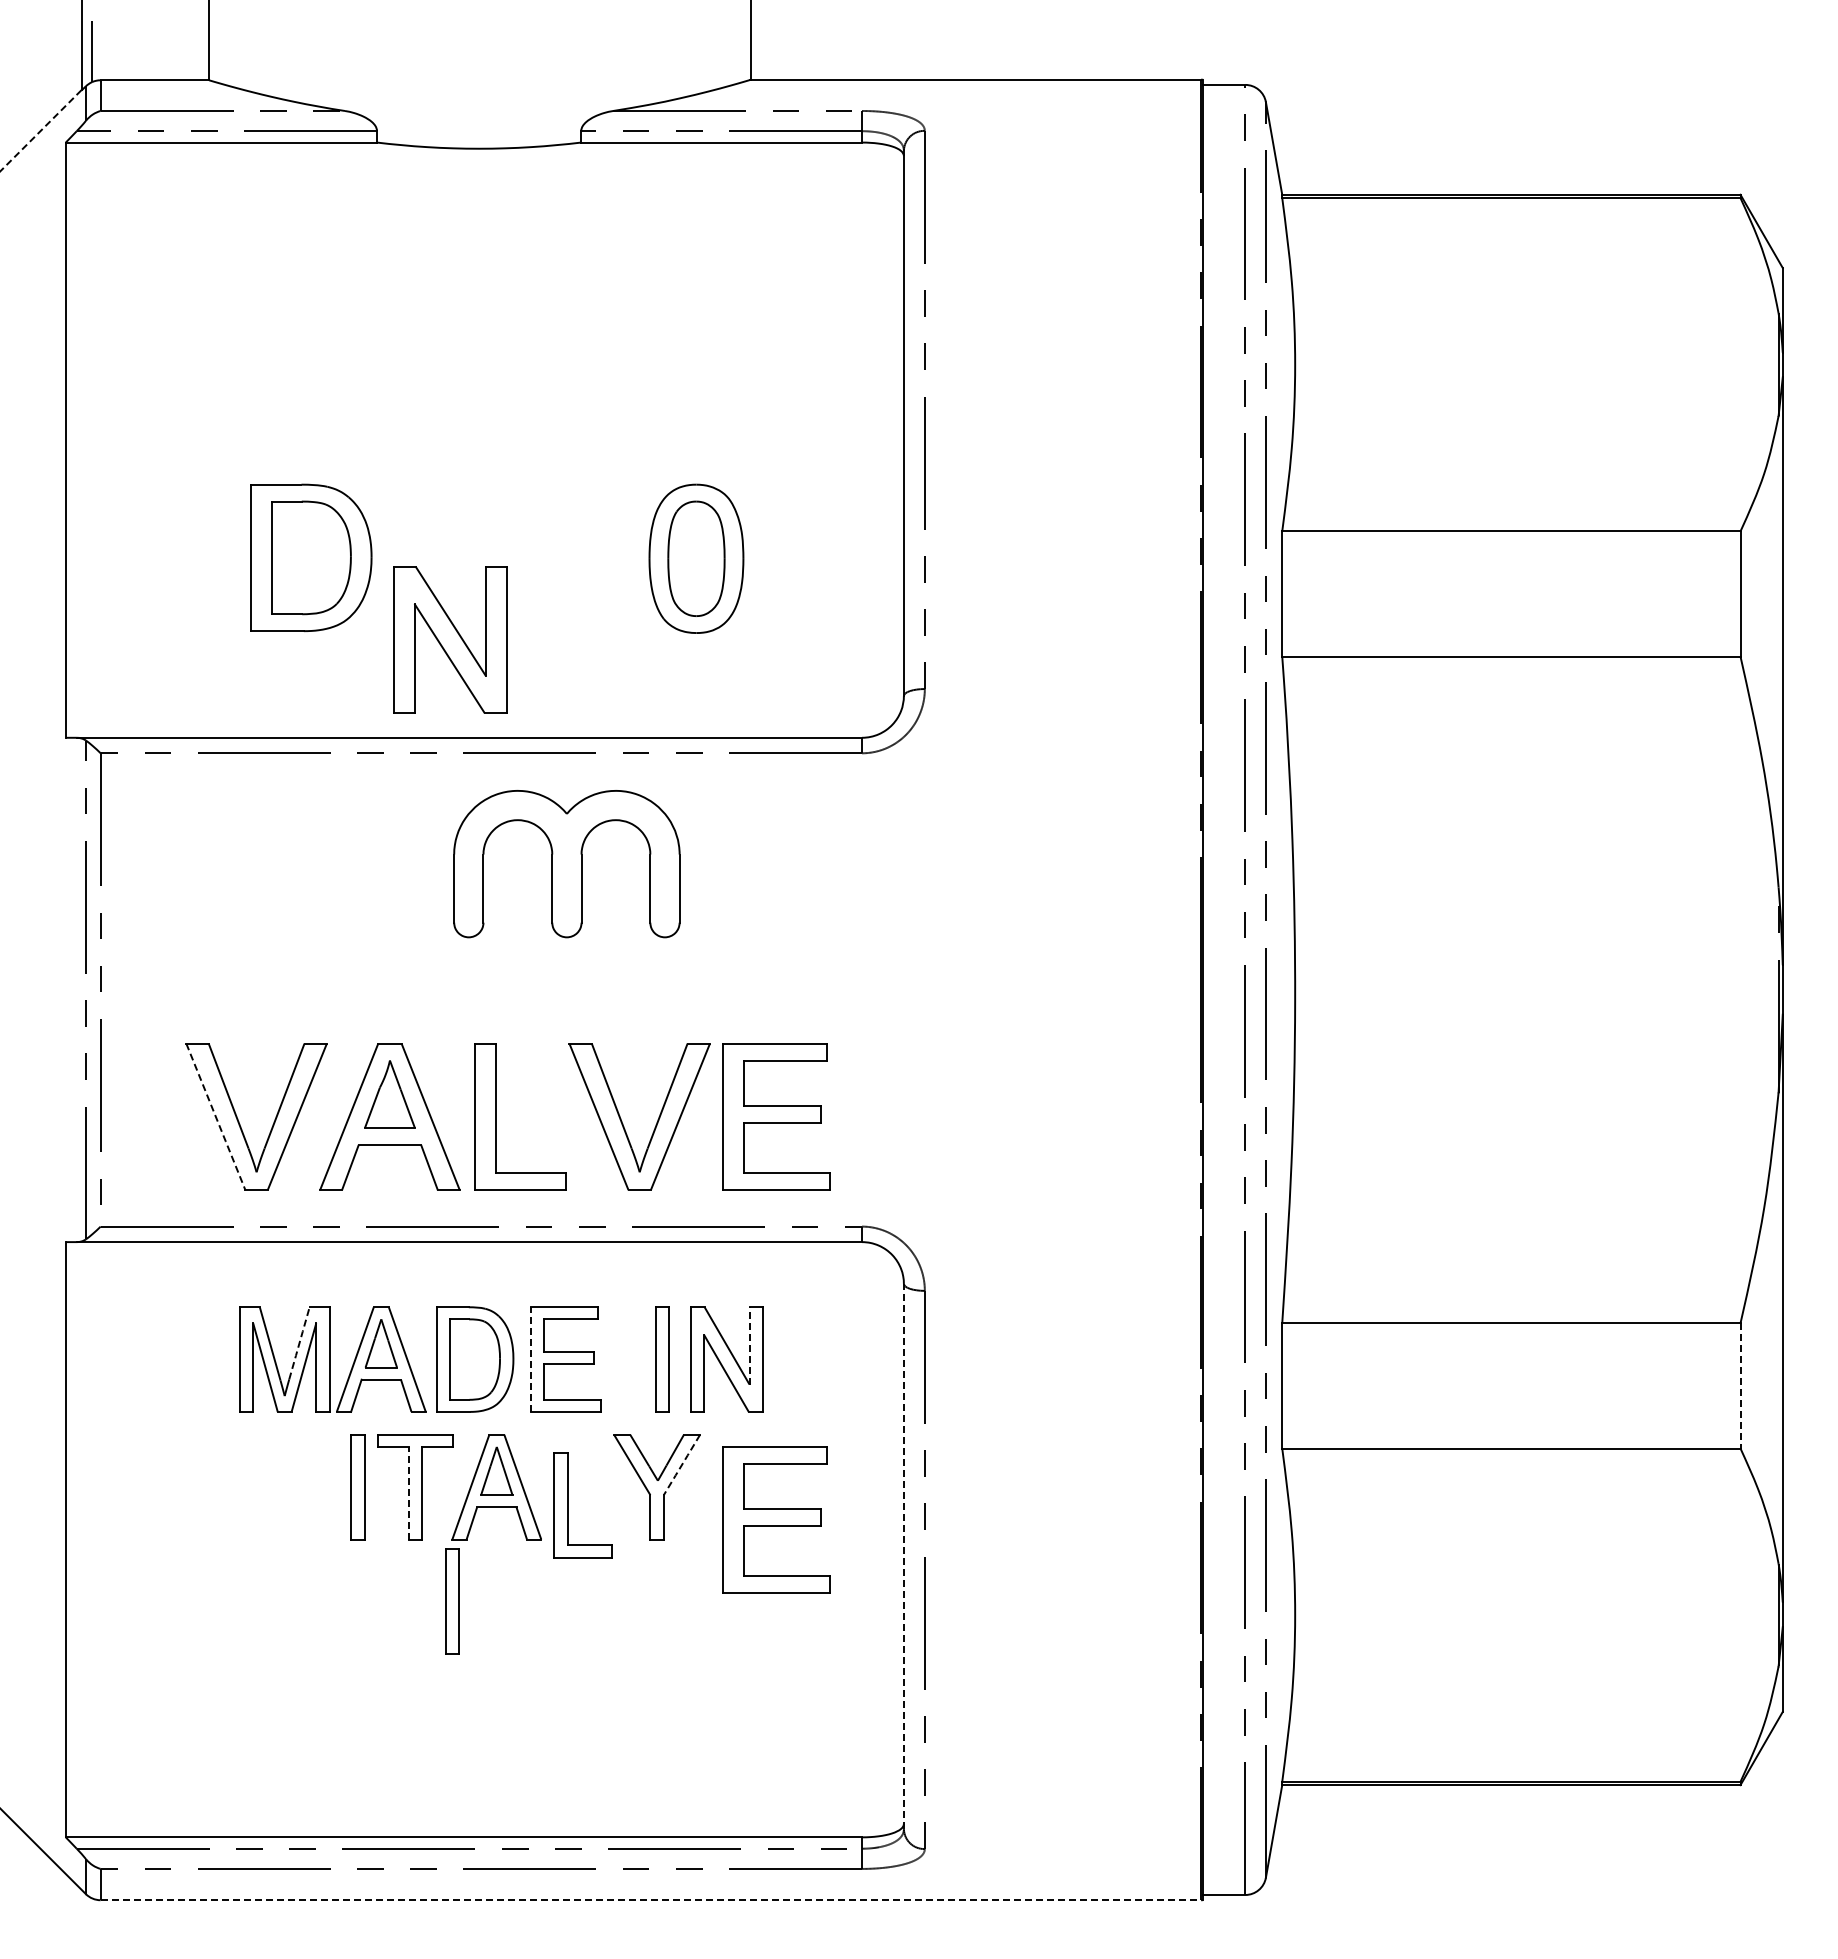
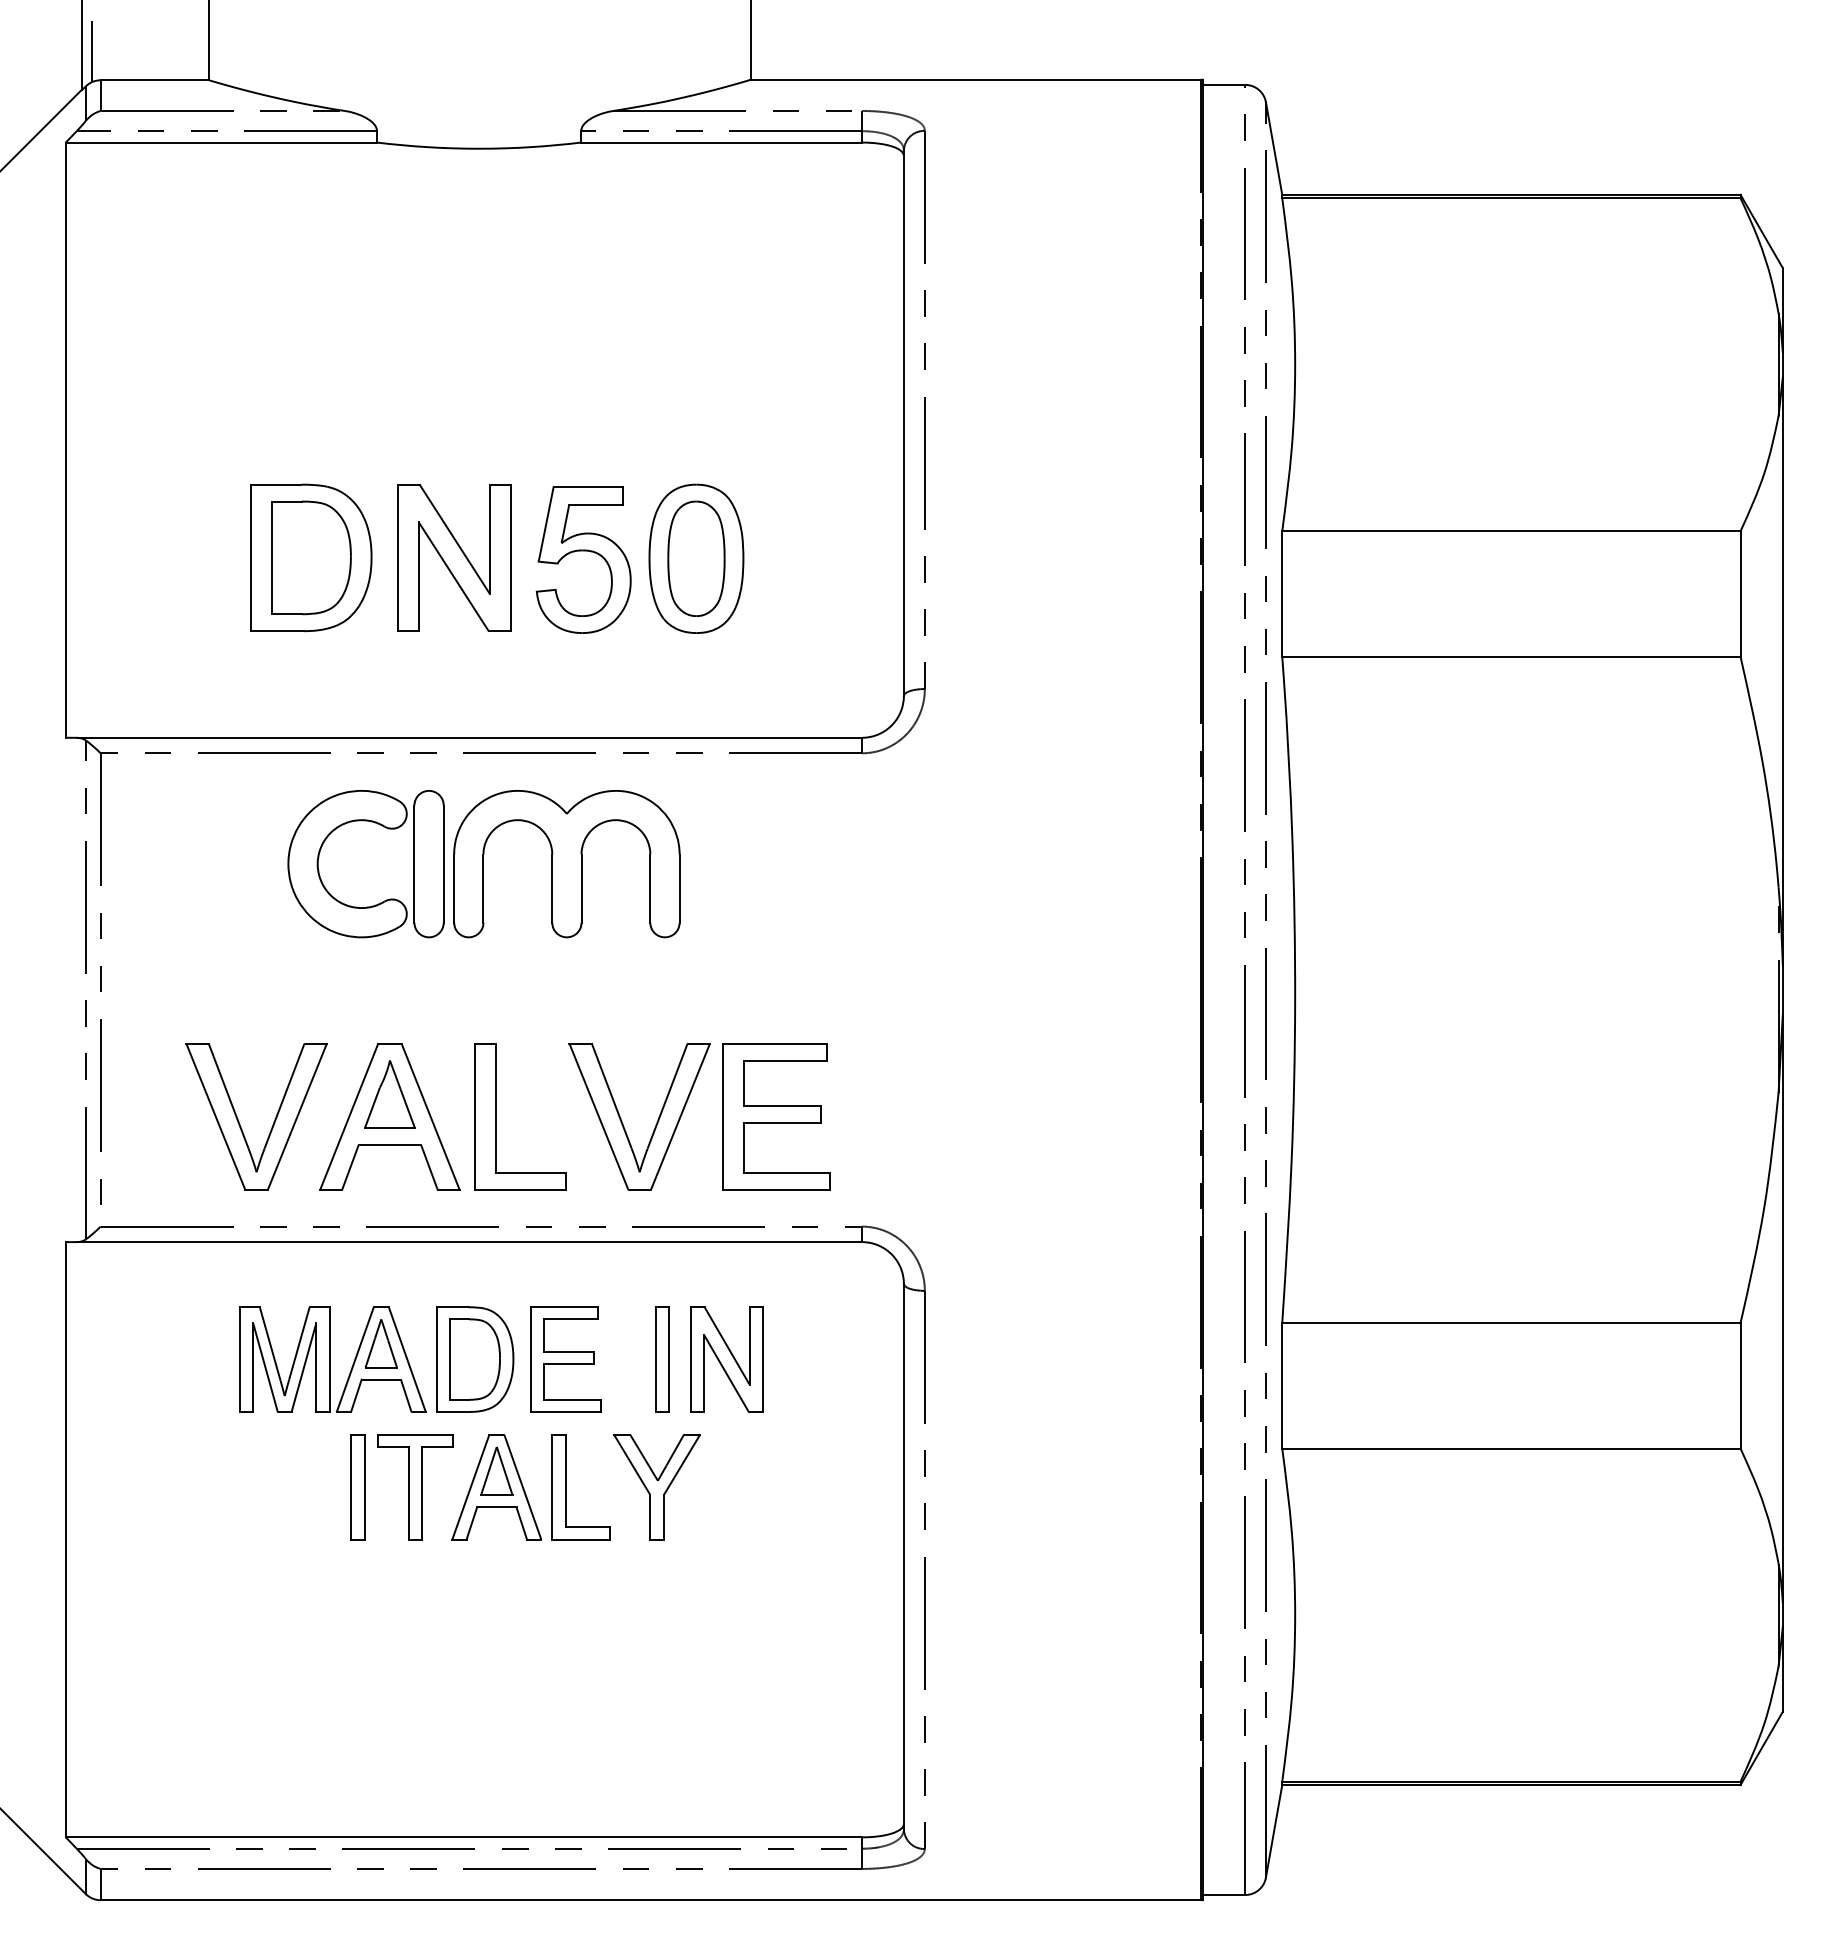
line at (40, 131): dashed -> solid
part at (583, 551): none -> present
part at (450, 639) position: (450, 639) -> (454, 557)
part at (384, 900): none -> present
line at (215, 1116): dashed -> solid
line at (299, 1342): dashed -> solid
line at (749, 1345): dashed -> solid
line at (530, 1359): dashed -> solid
line at (1740, 1385): dashed -> solid
line at (681, 1465): dashed -> solid
line at (408, 1492): dashed -> solid
part at (568, 1505) position: (568, 1505) -> (566, 1487)
part at (776, 1519): present -> none
line at (903, 1556): dashed -> solid
part at (452, 1601): present -> none
line at (651, 1900): dashed -> solid
